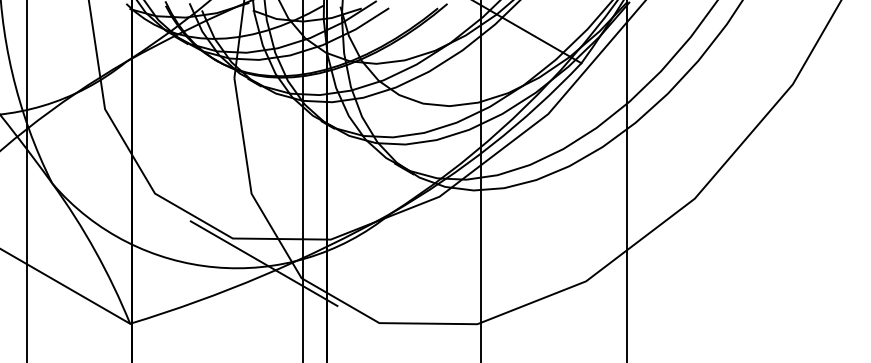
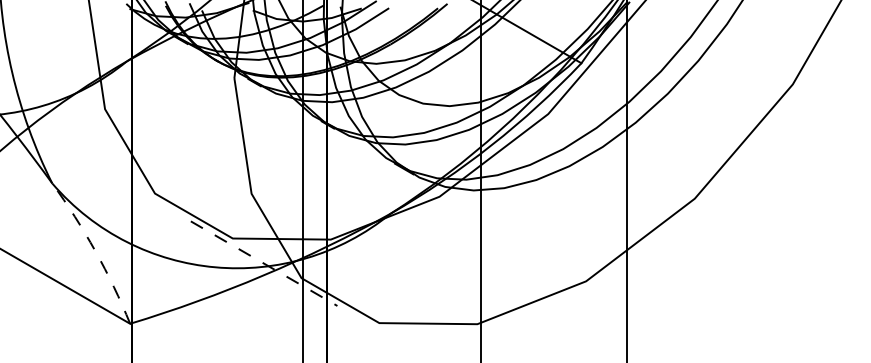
line at (26, 180): present -> none
arc at (95, 251): solid -> dashed
line at (264, 263): solid -> dashed
